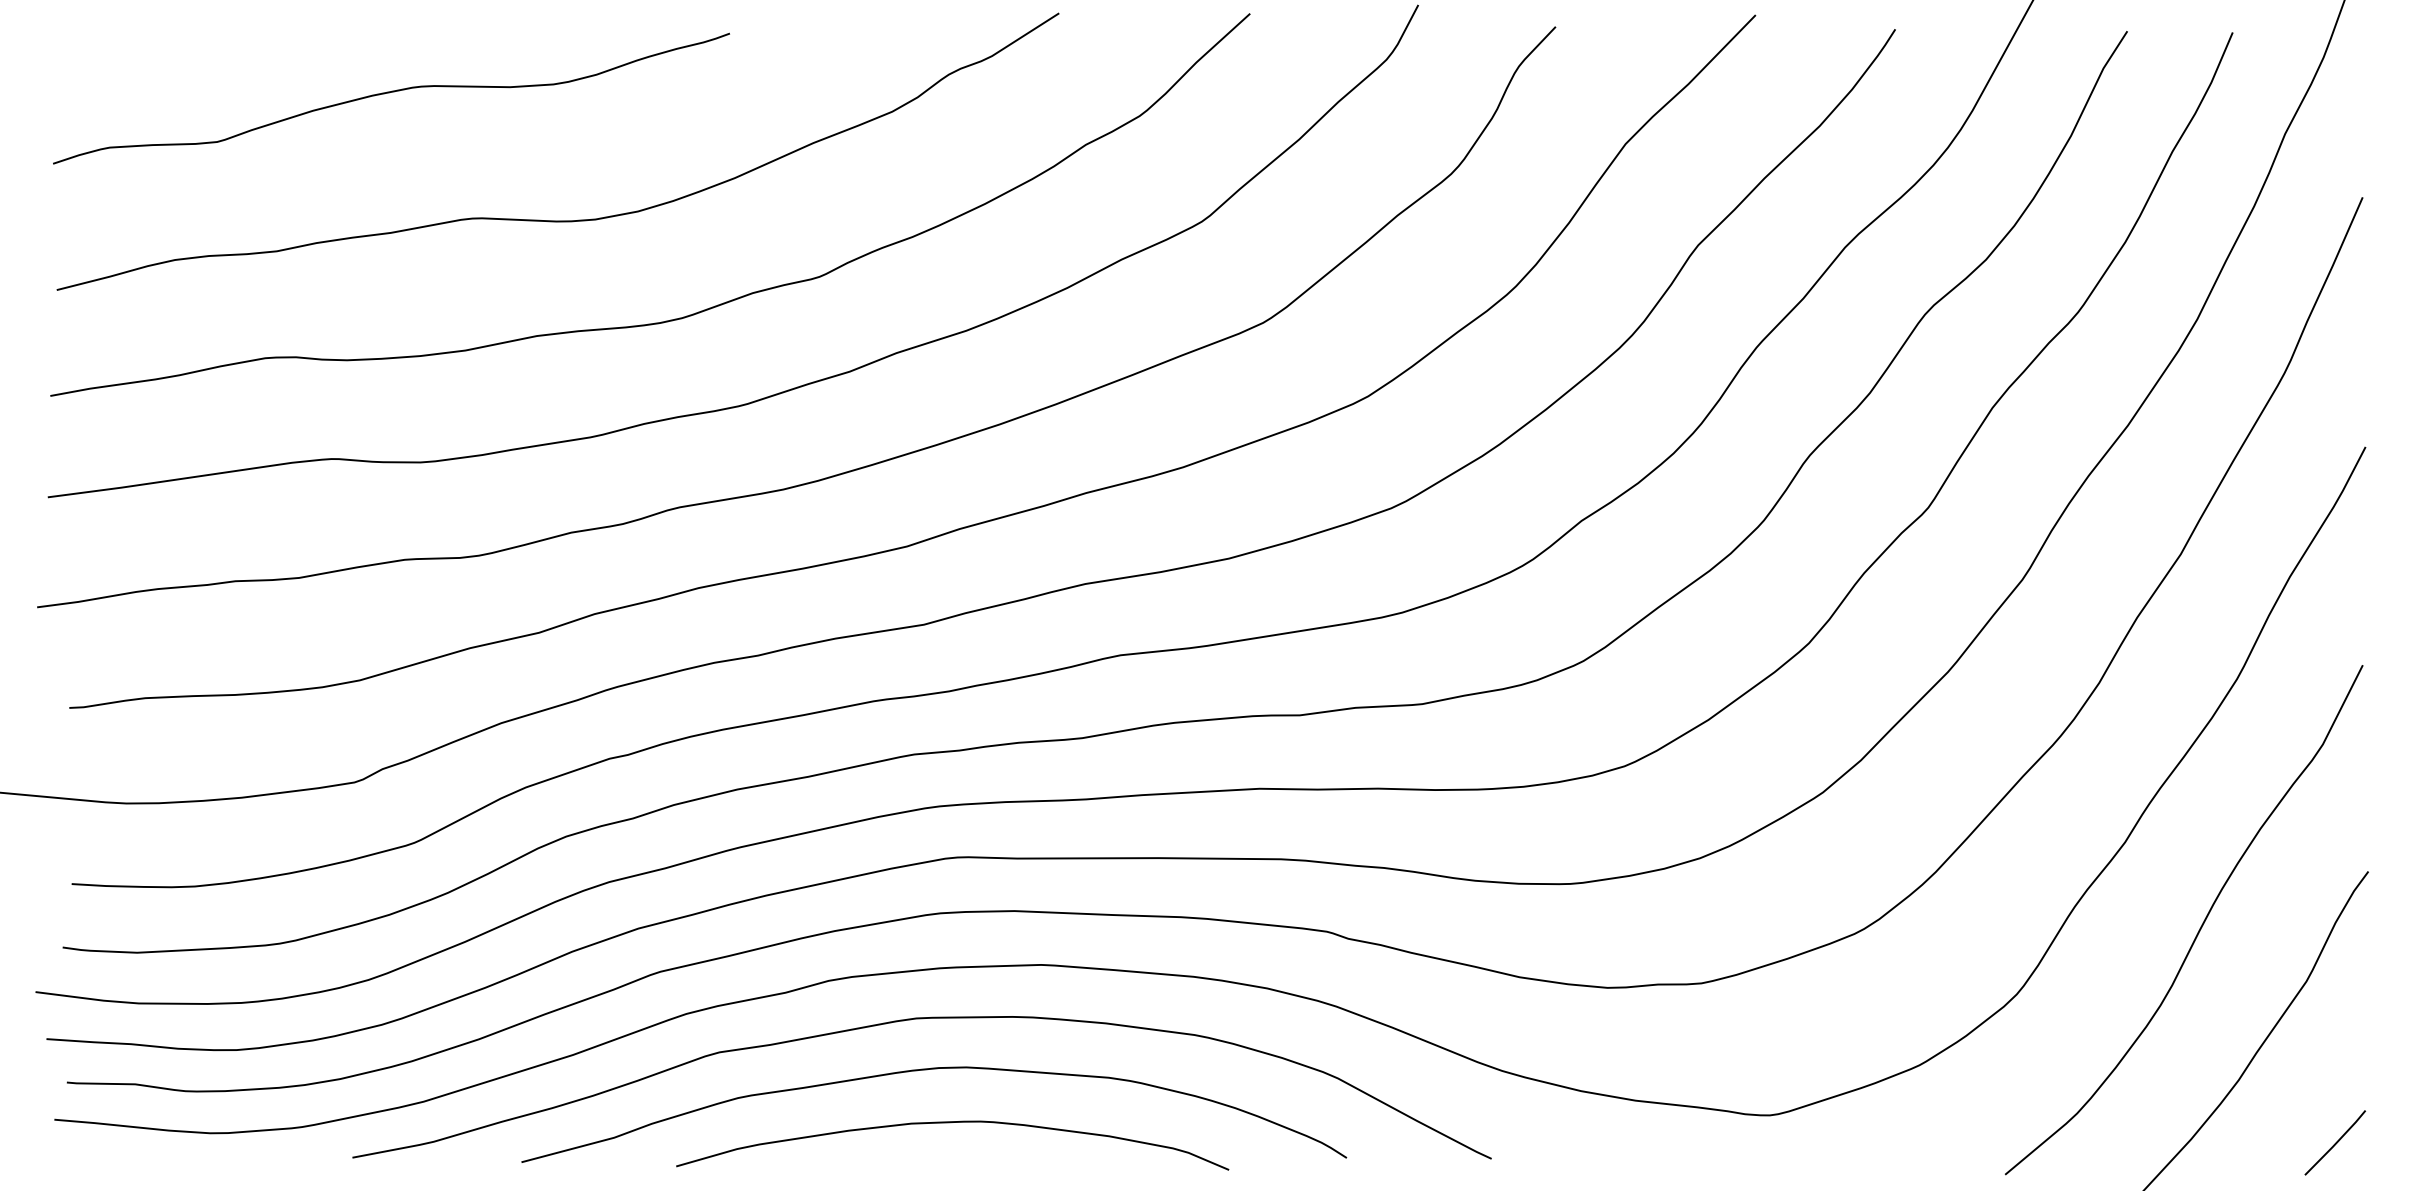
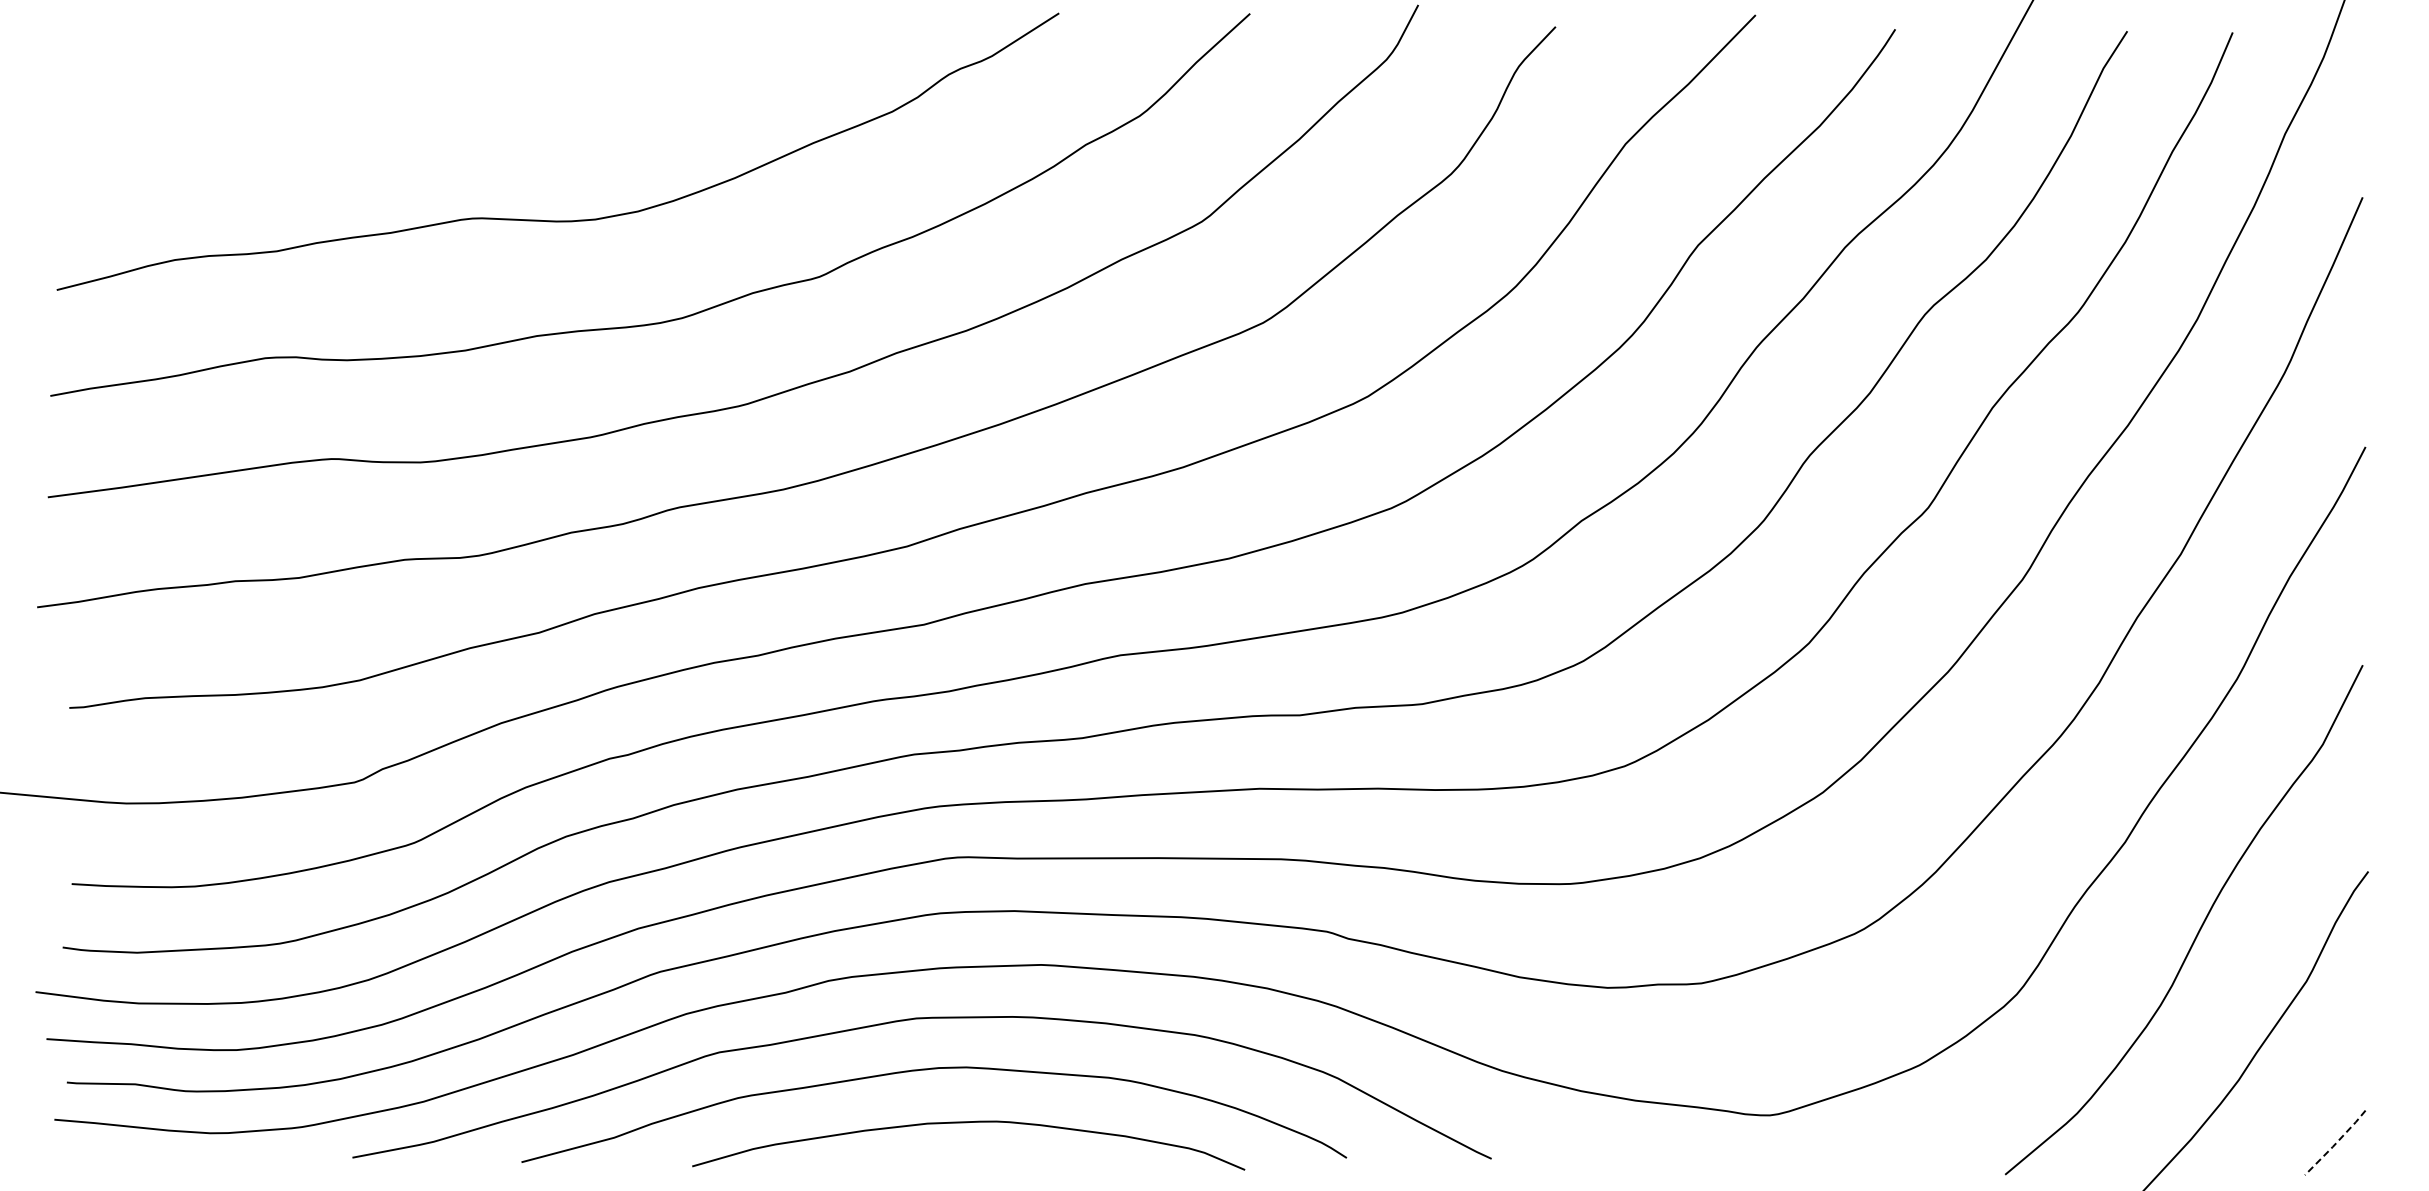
curve at (389, 93): present -> none
curve at (951, 1123) position: (951, 1123) -> (967, 1123)
line at (2336, 1143): solid -> dashed
